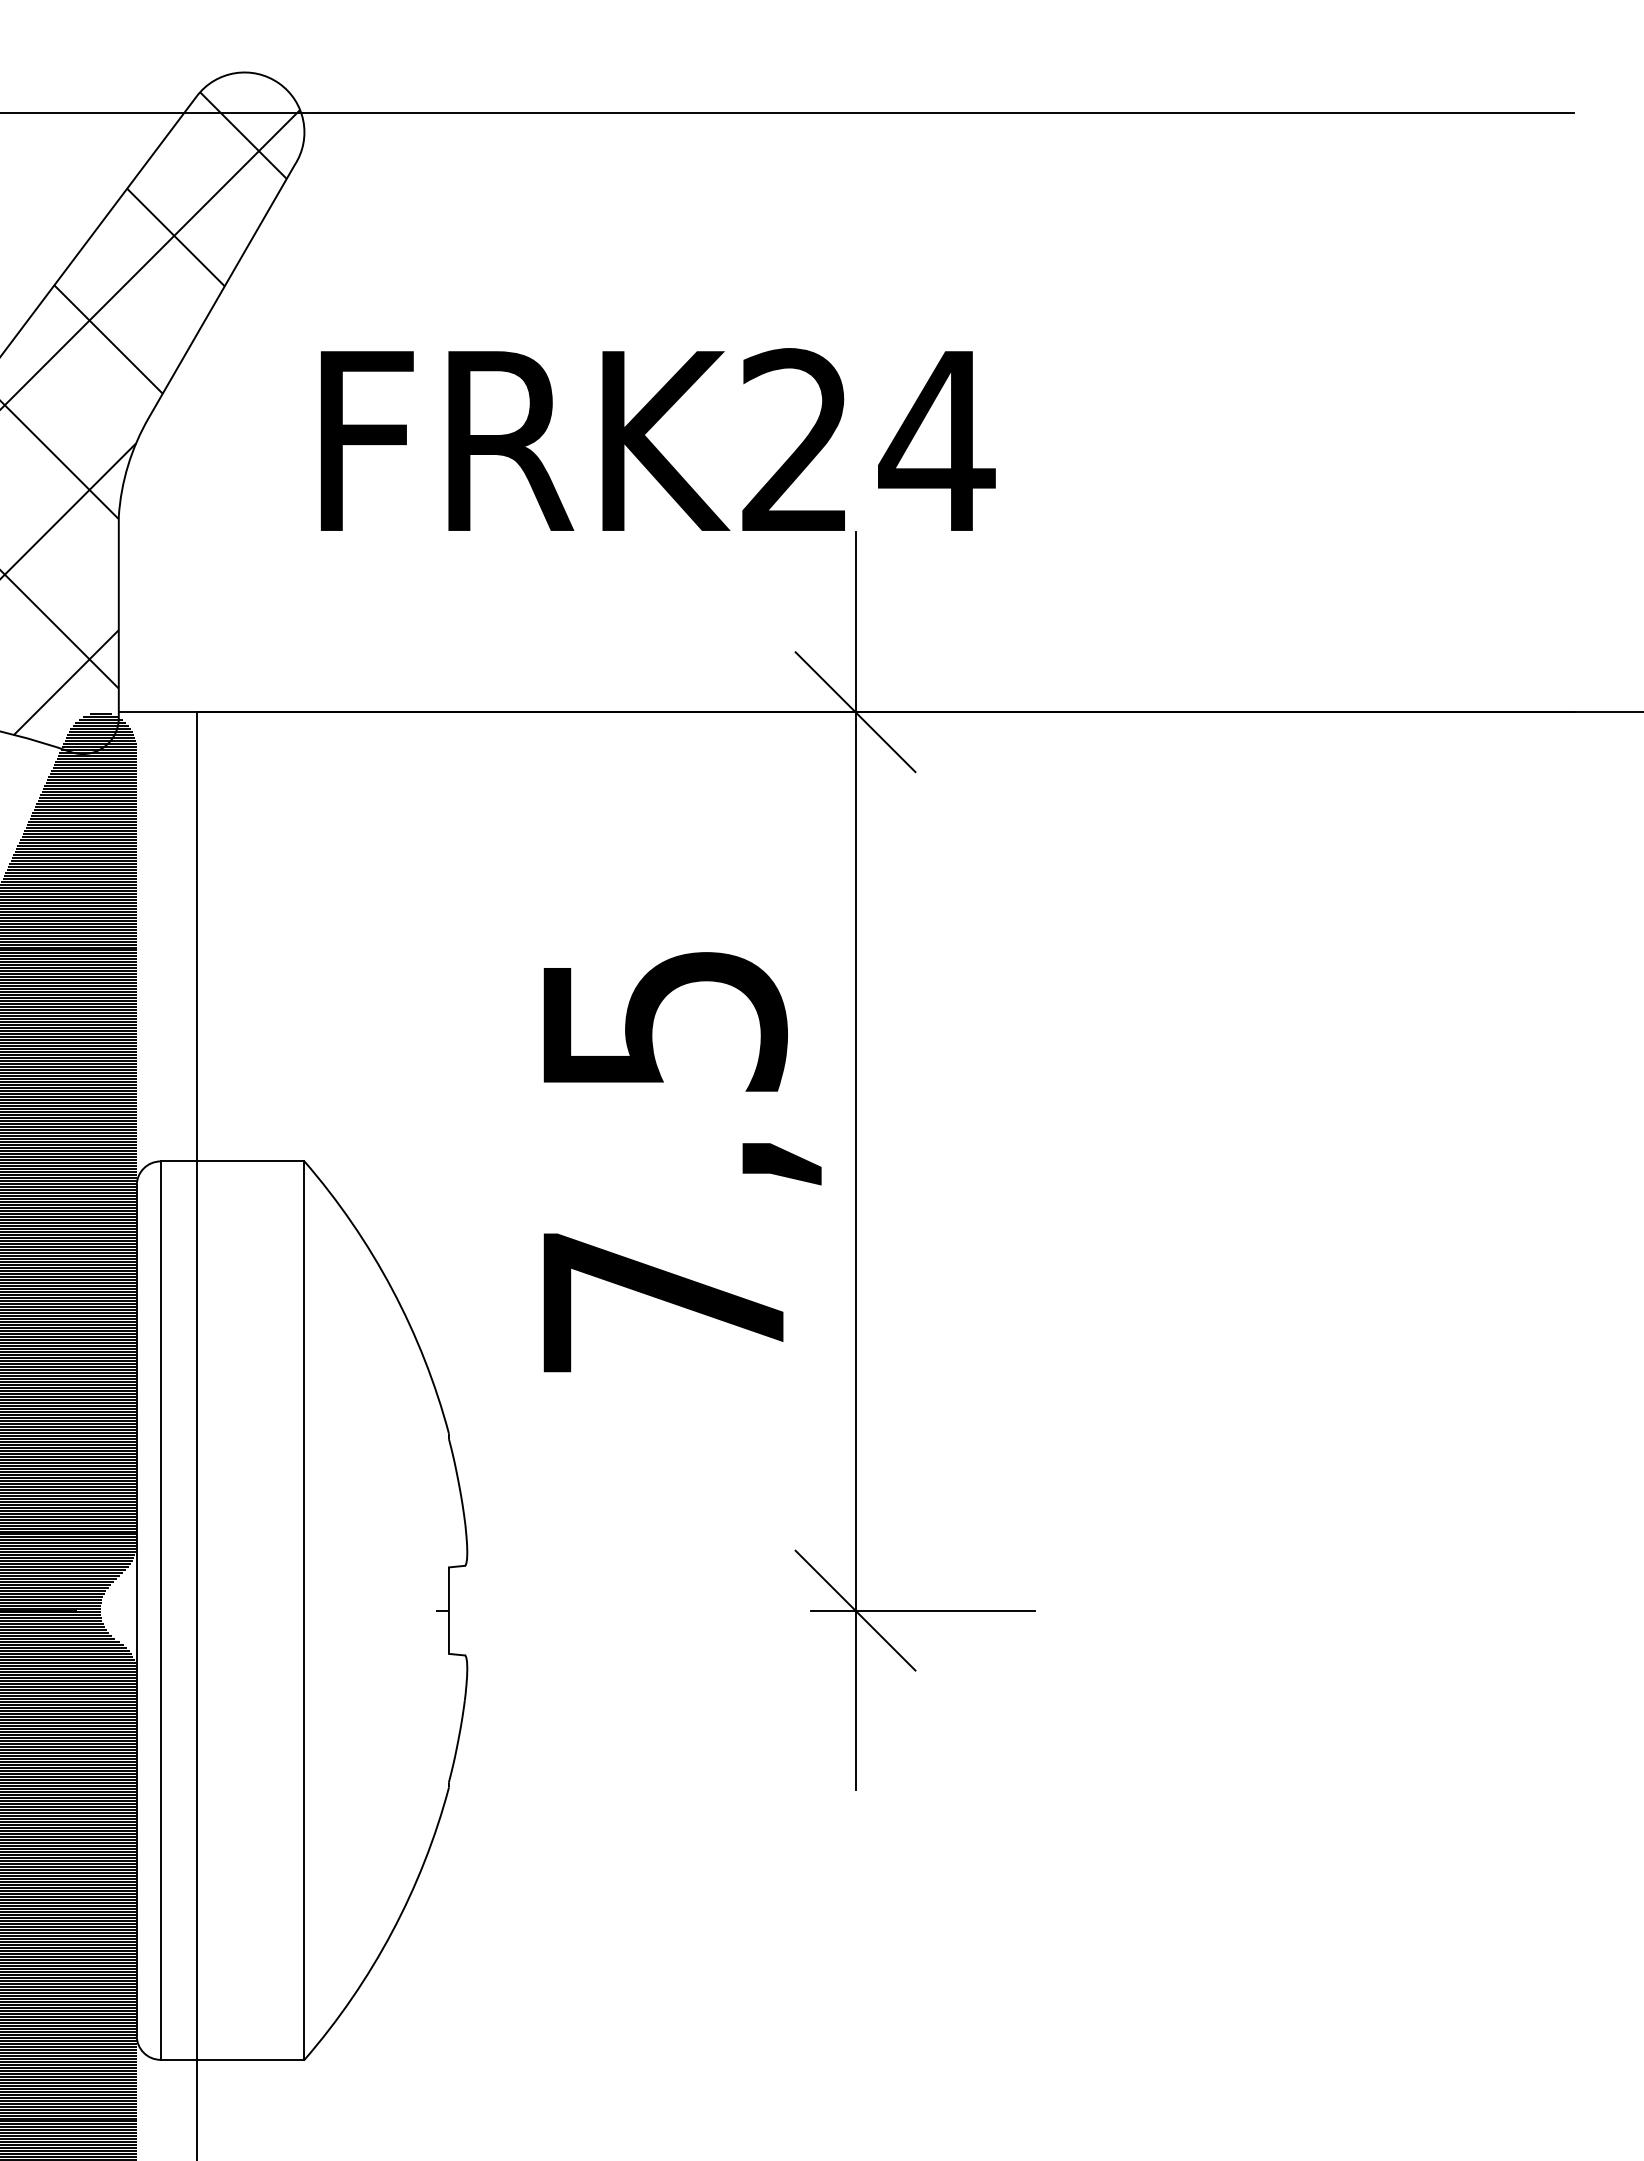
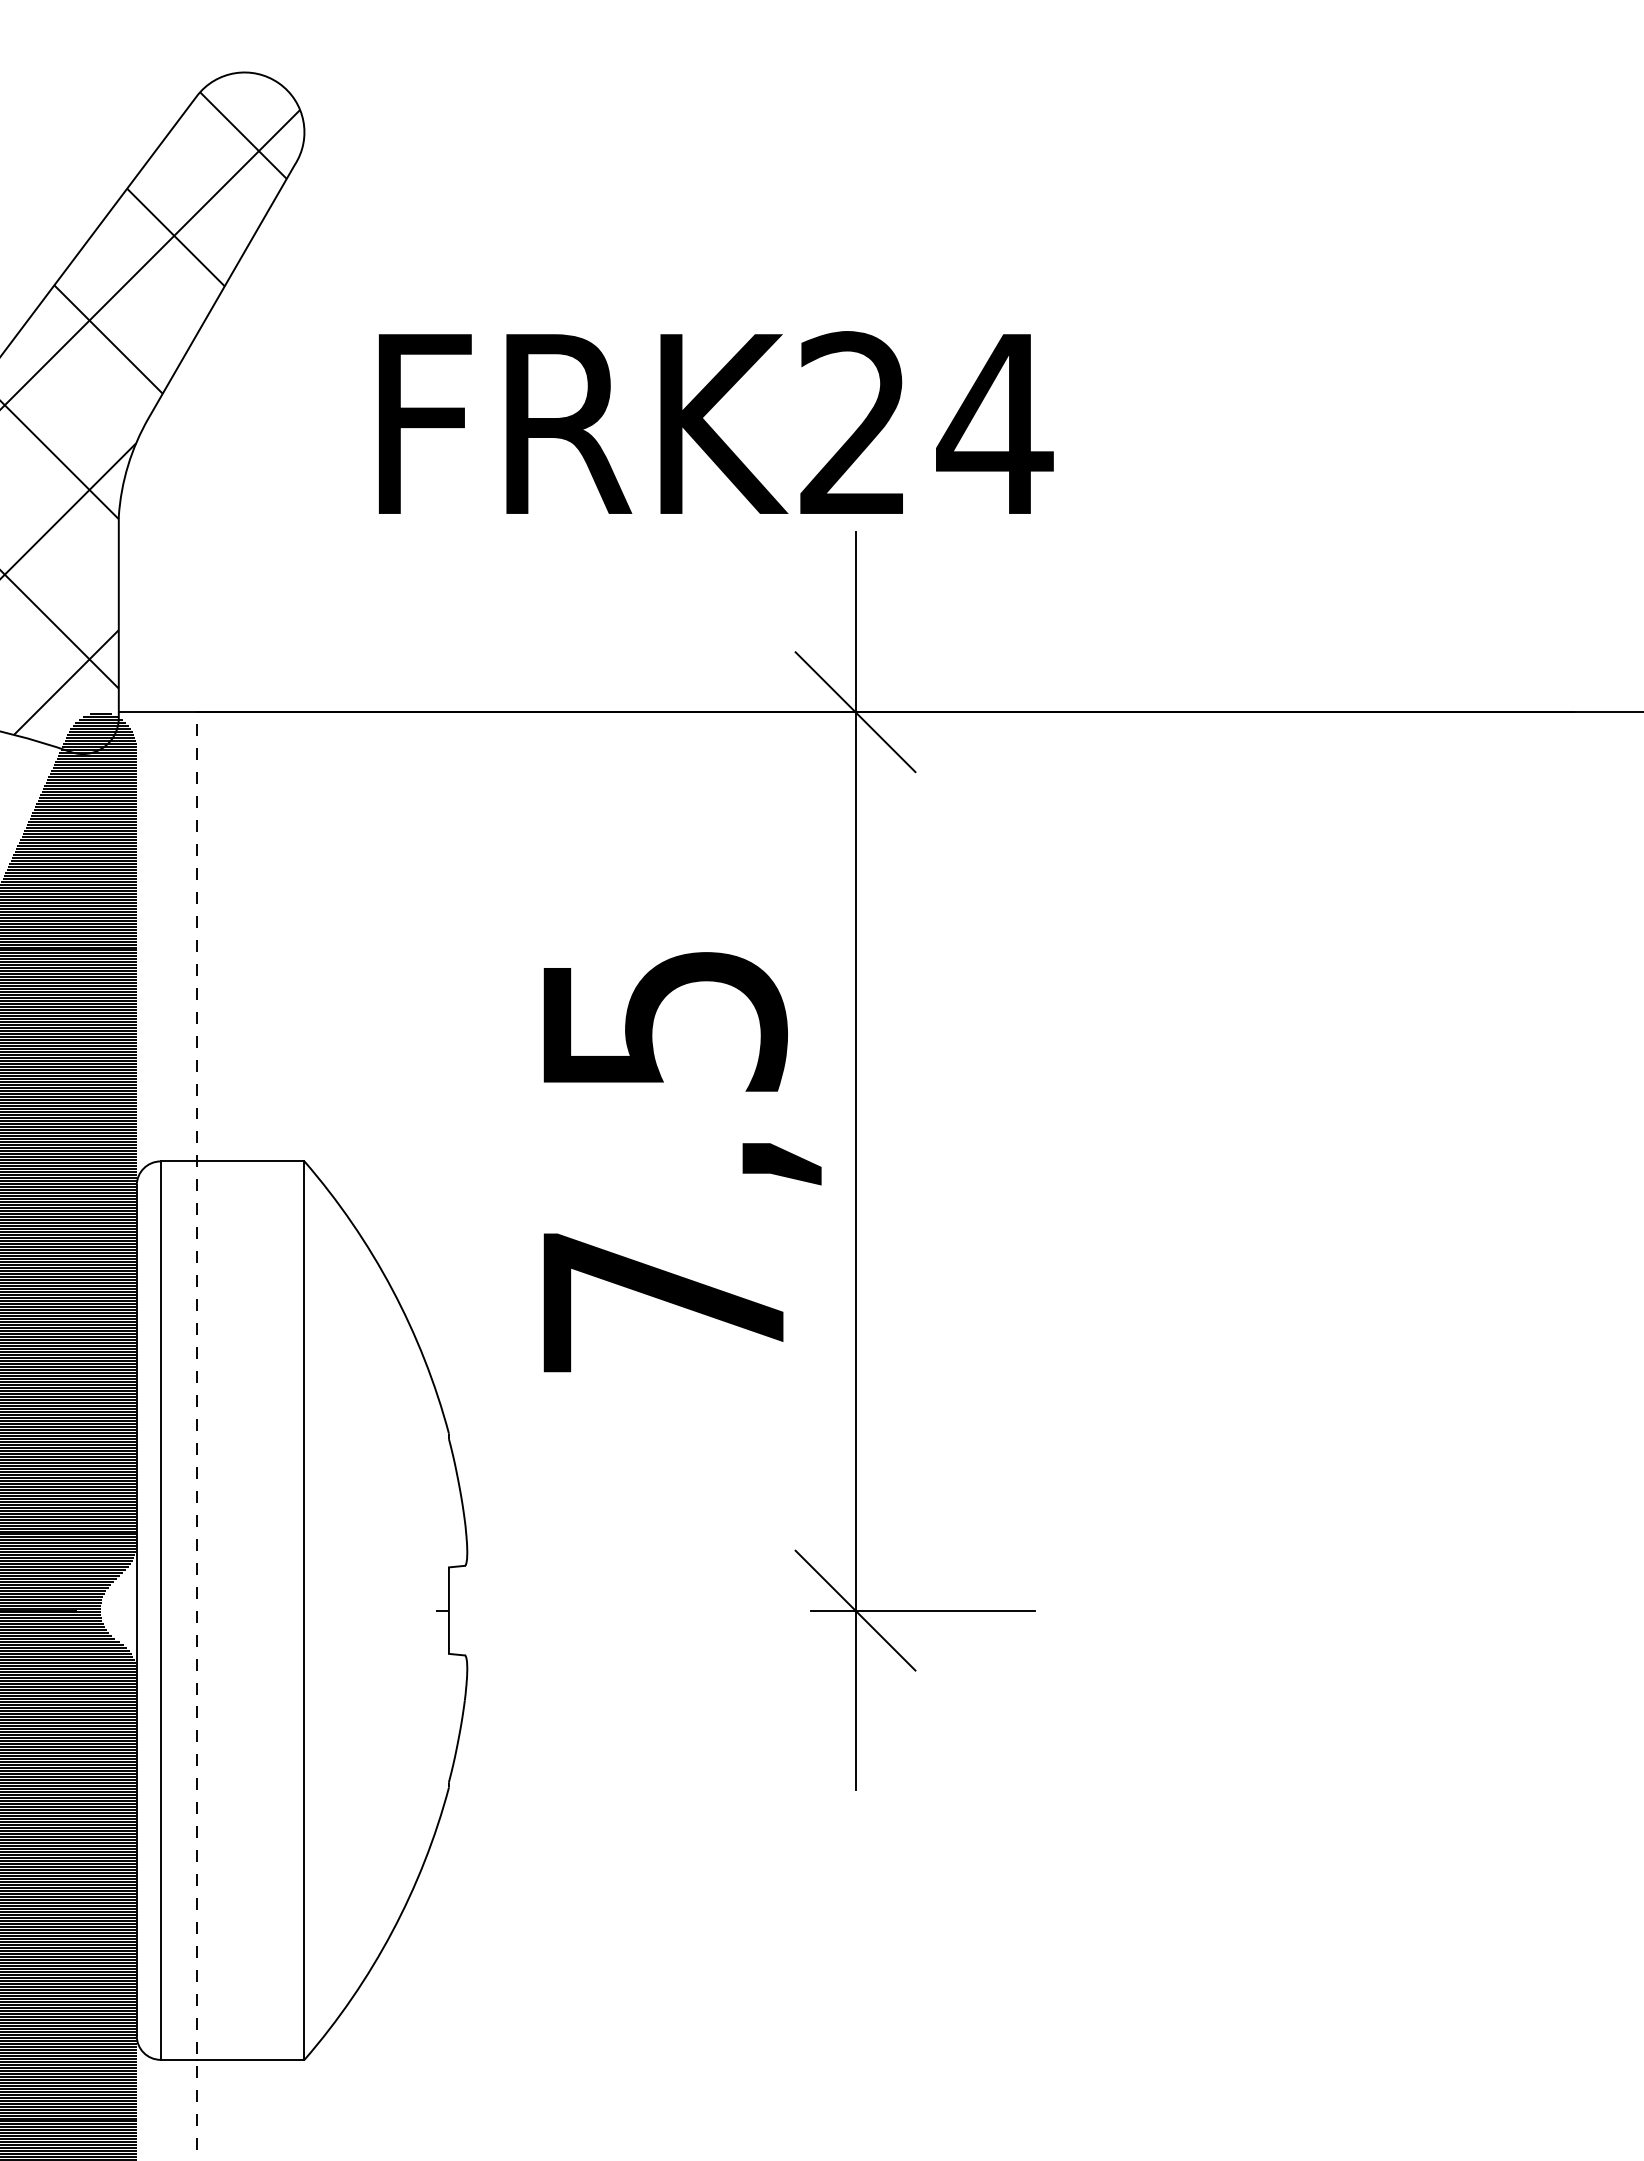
line at (788, 113): present -> none
text at (658, 439) position: (658, 439) -> (716, 422)
line at (196, 1436): solid -> dashed
